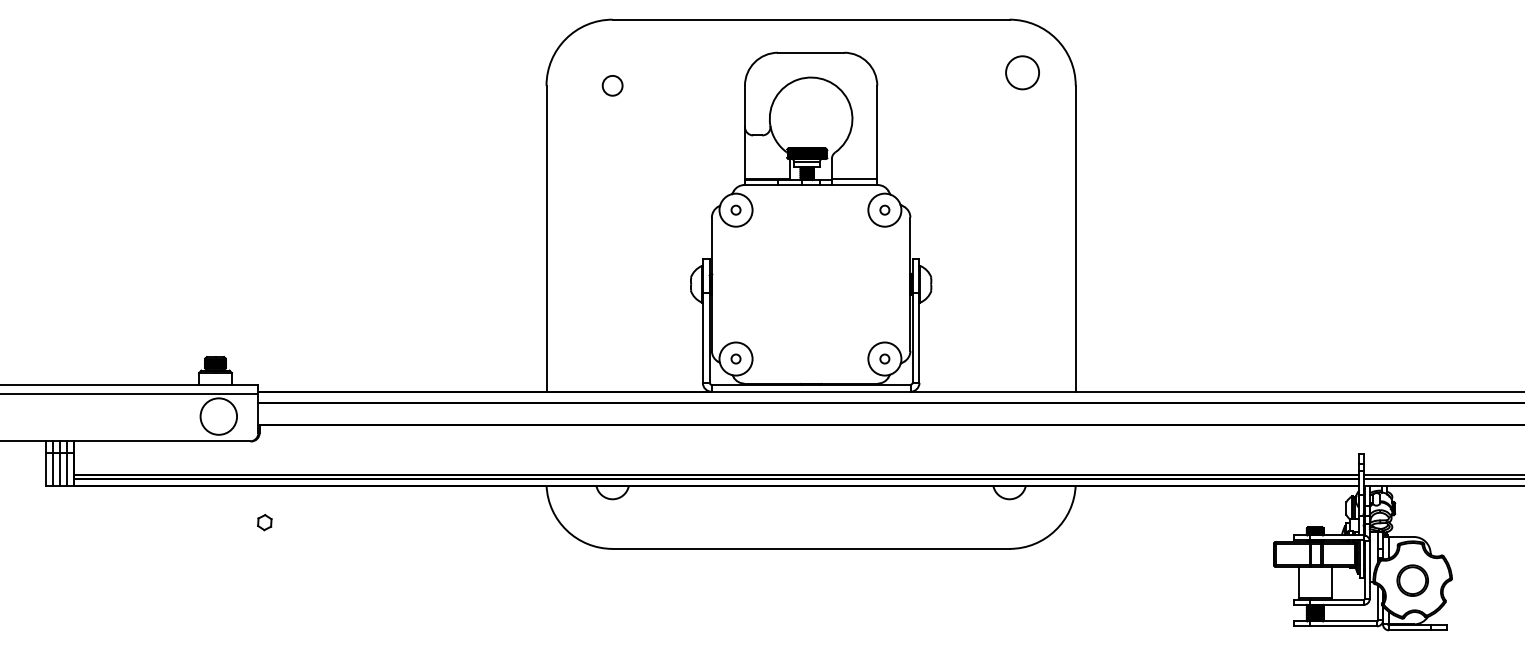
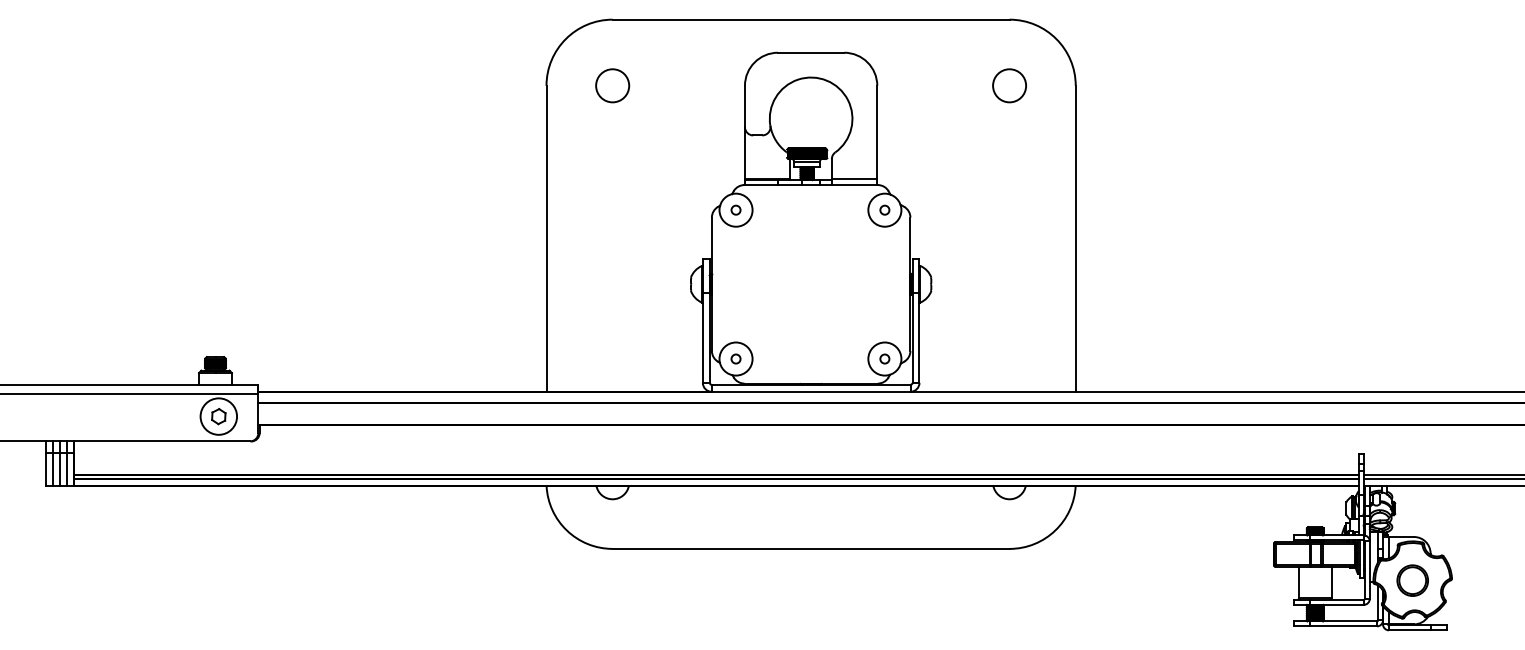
circle at (1022, 72) position: (1022, 72) -> (1009, 85)
circle at (612, 85) diameter: 20 px -> 33 px
part at (264, 522) position: (264, 522) -> (218, 416)
